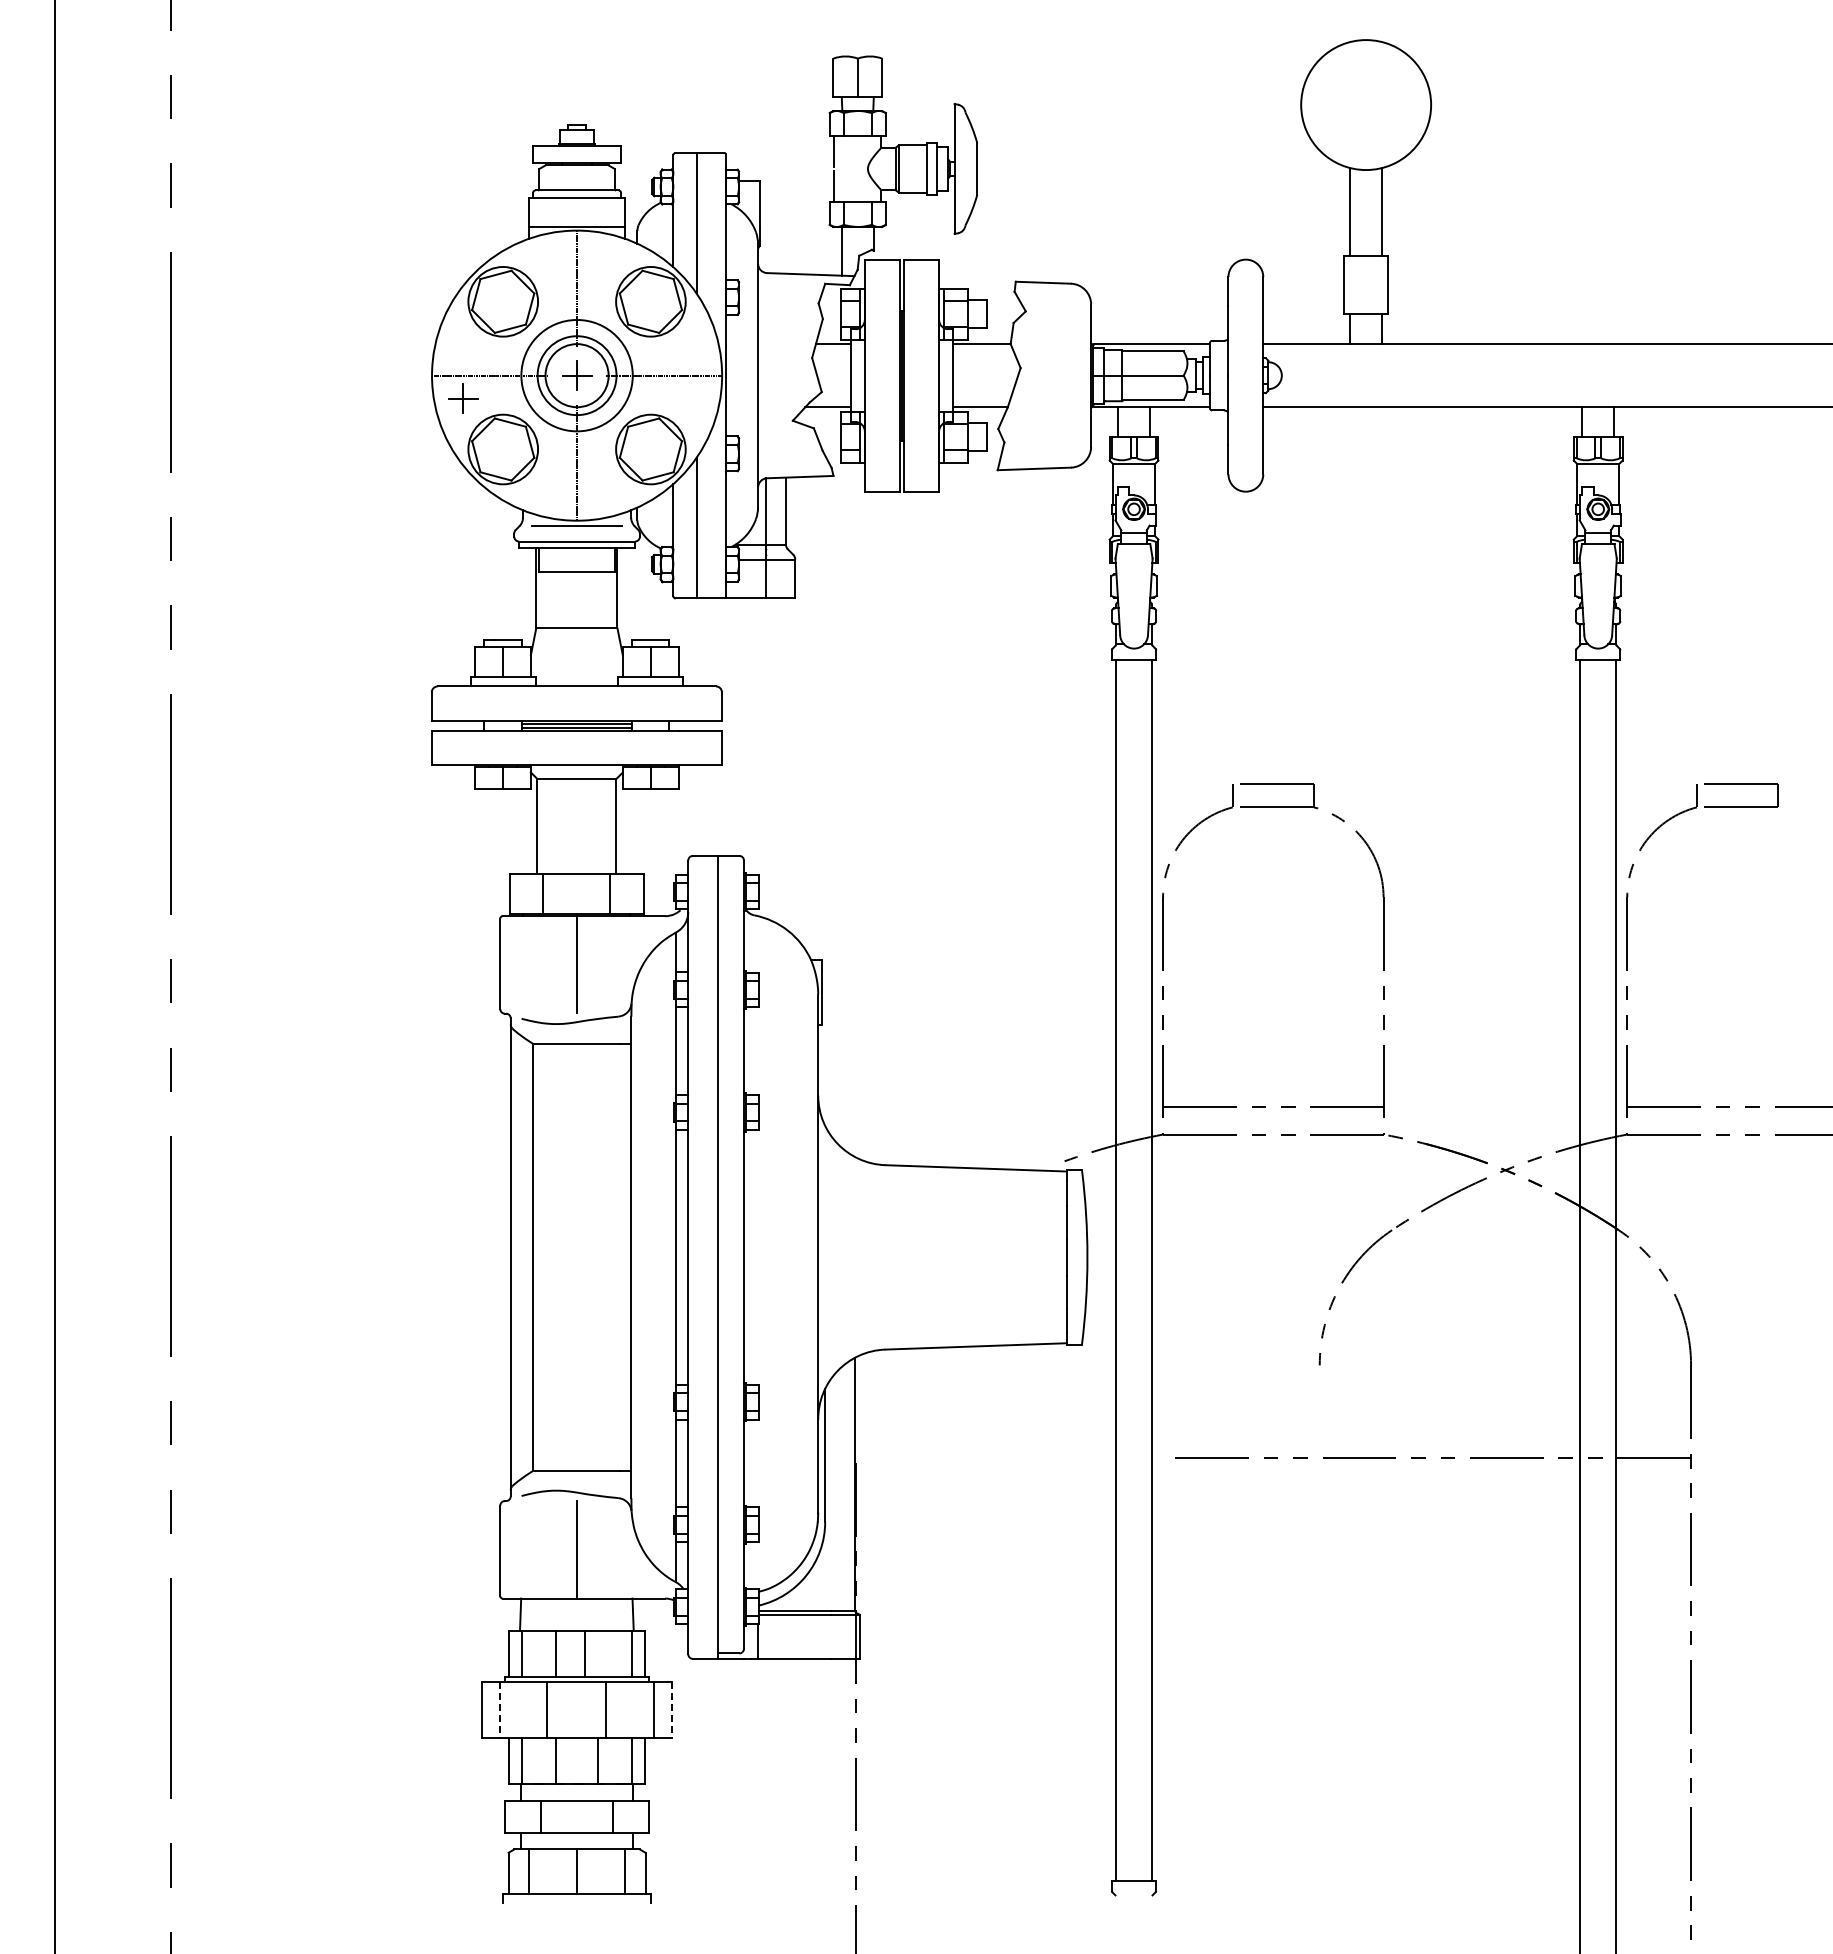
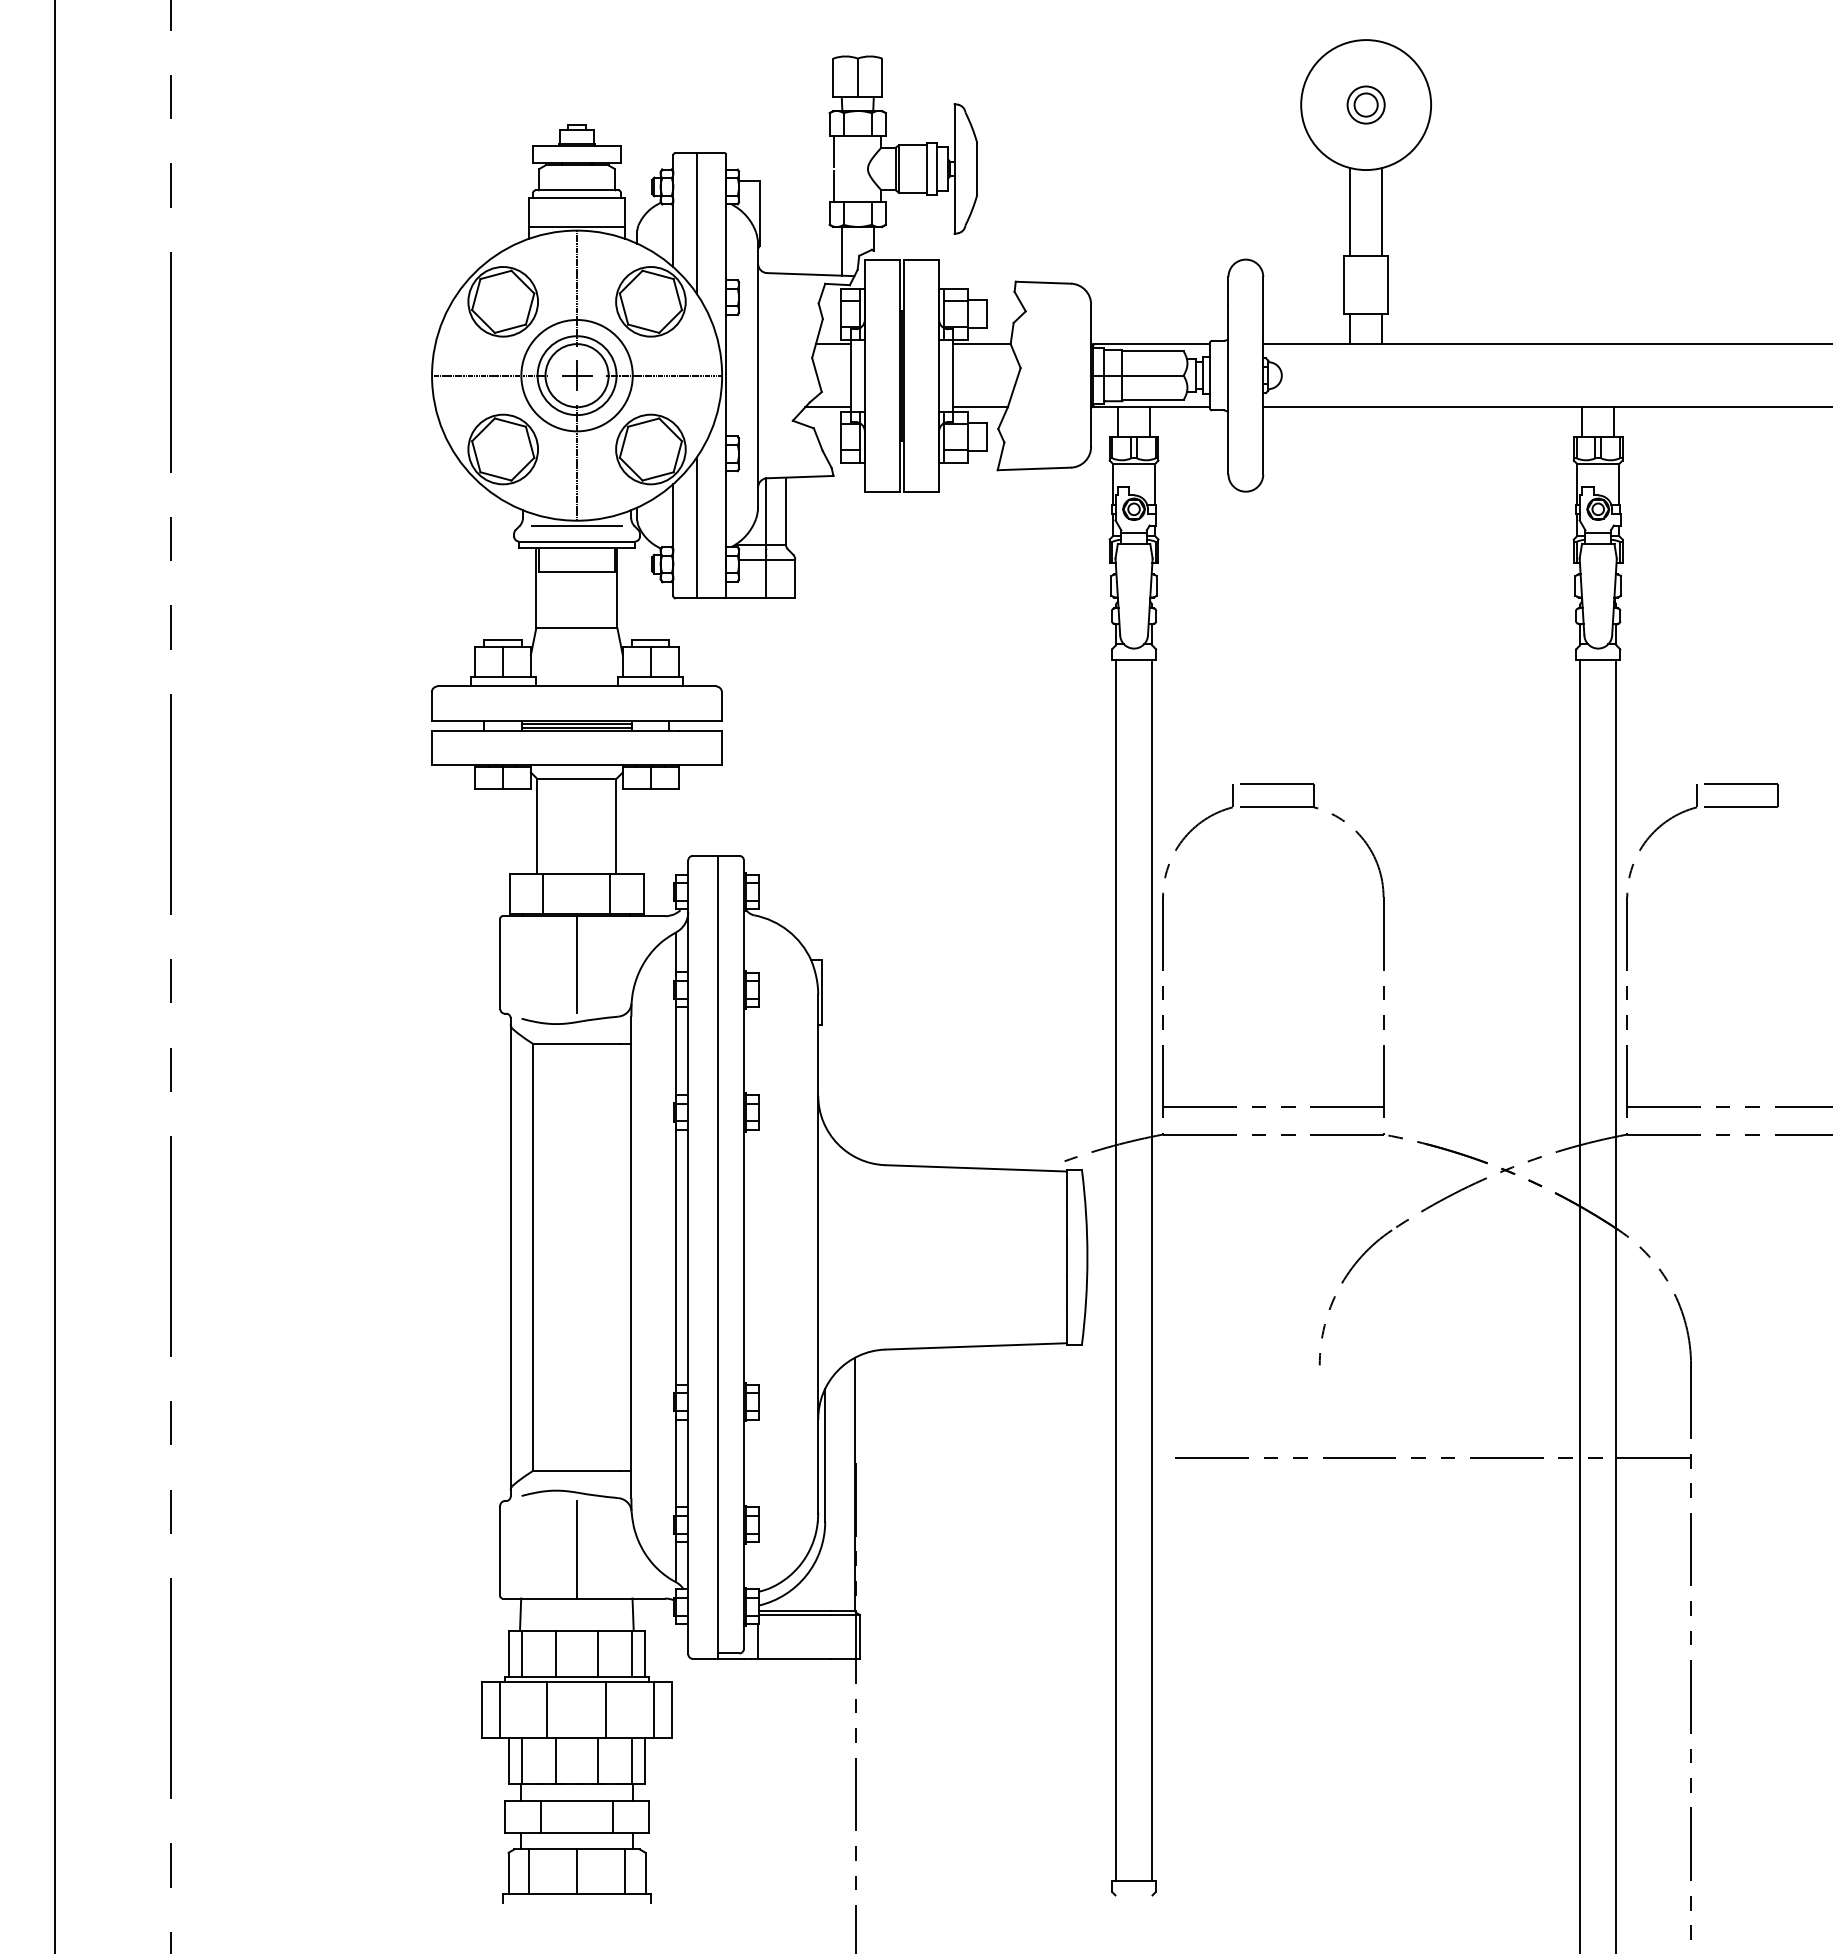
part at (1365, 104): none -> present
part at (463, 398): present -> none
line at (584, 1654) position: (584, 1654) -> (597, 1654)
line at (499, 1709): dashed -> solid
line at (672, 1709): dashed -> solid
